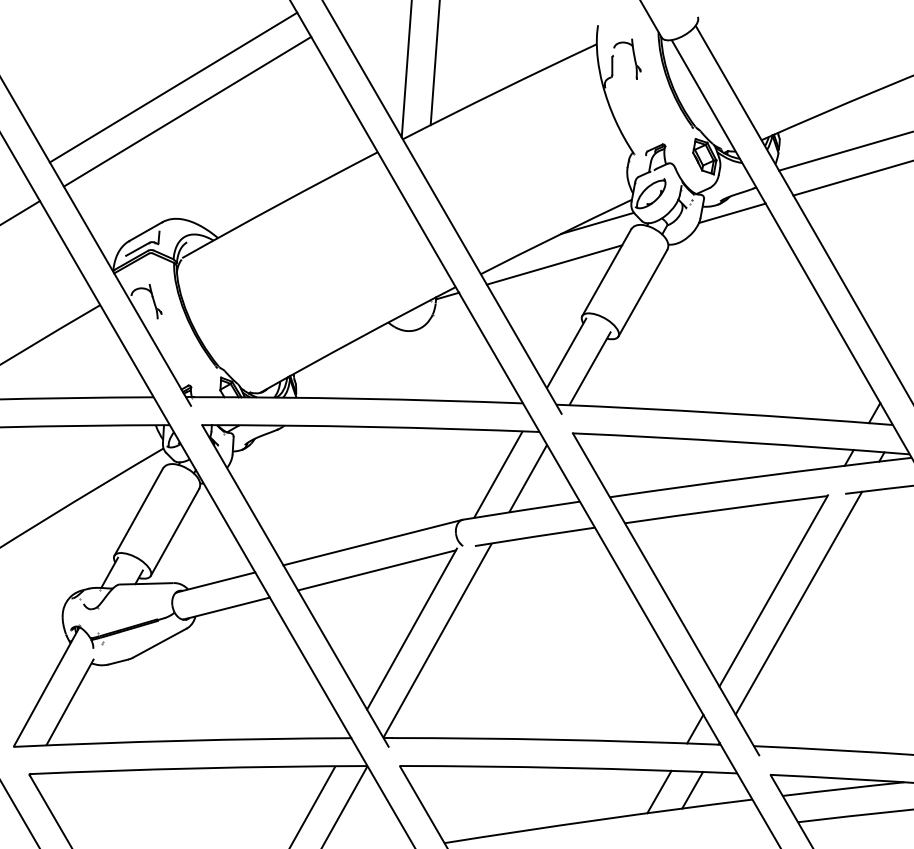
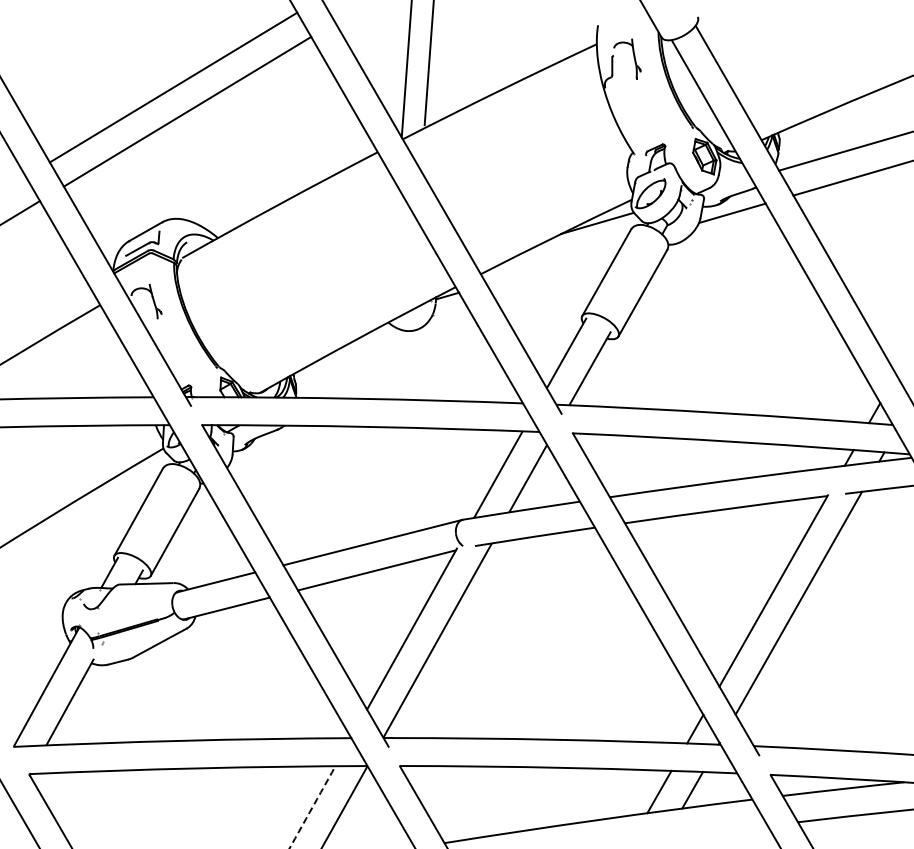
line at (434, 63) position: (434, 63) -> (428, 63)
line at (554, 264): present -> none
line at (312, 807): solid -> dashed
